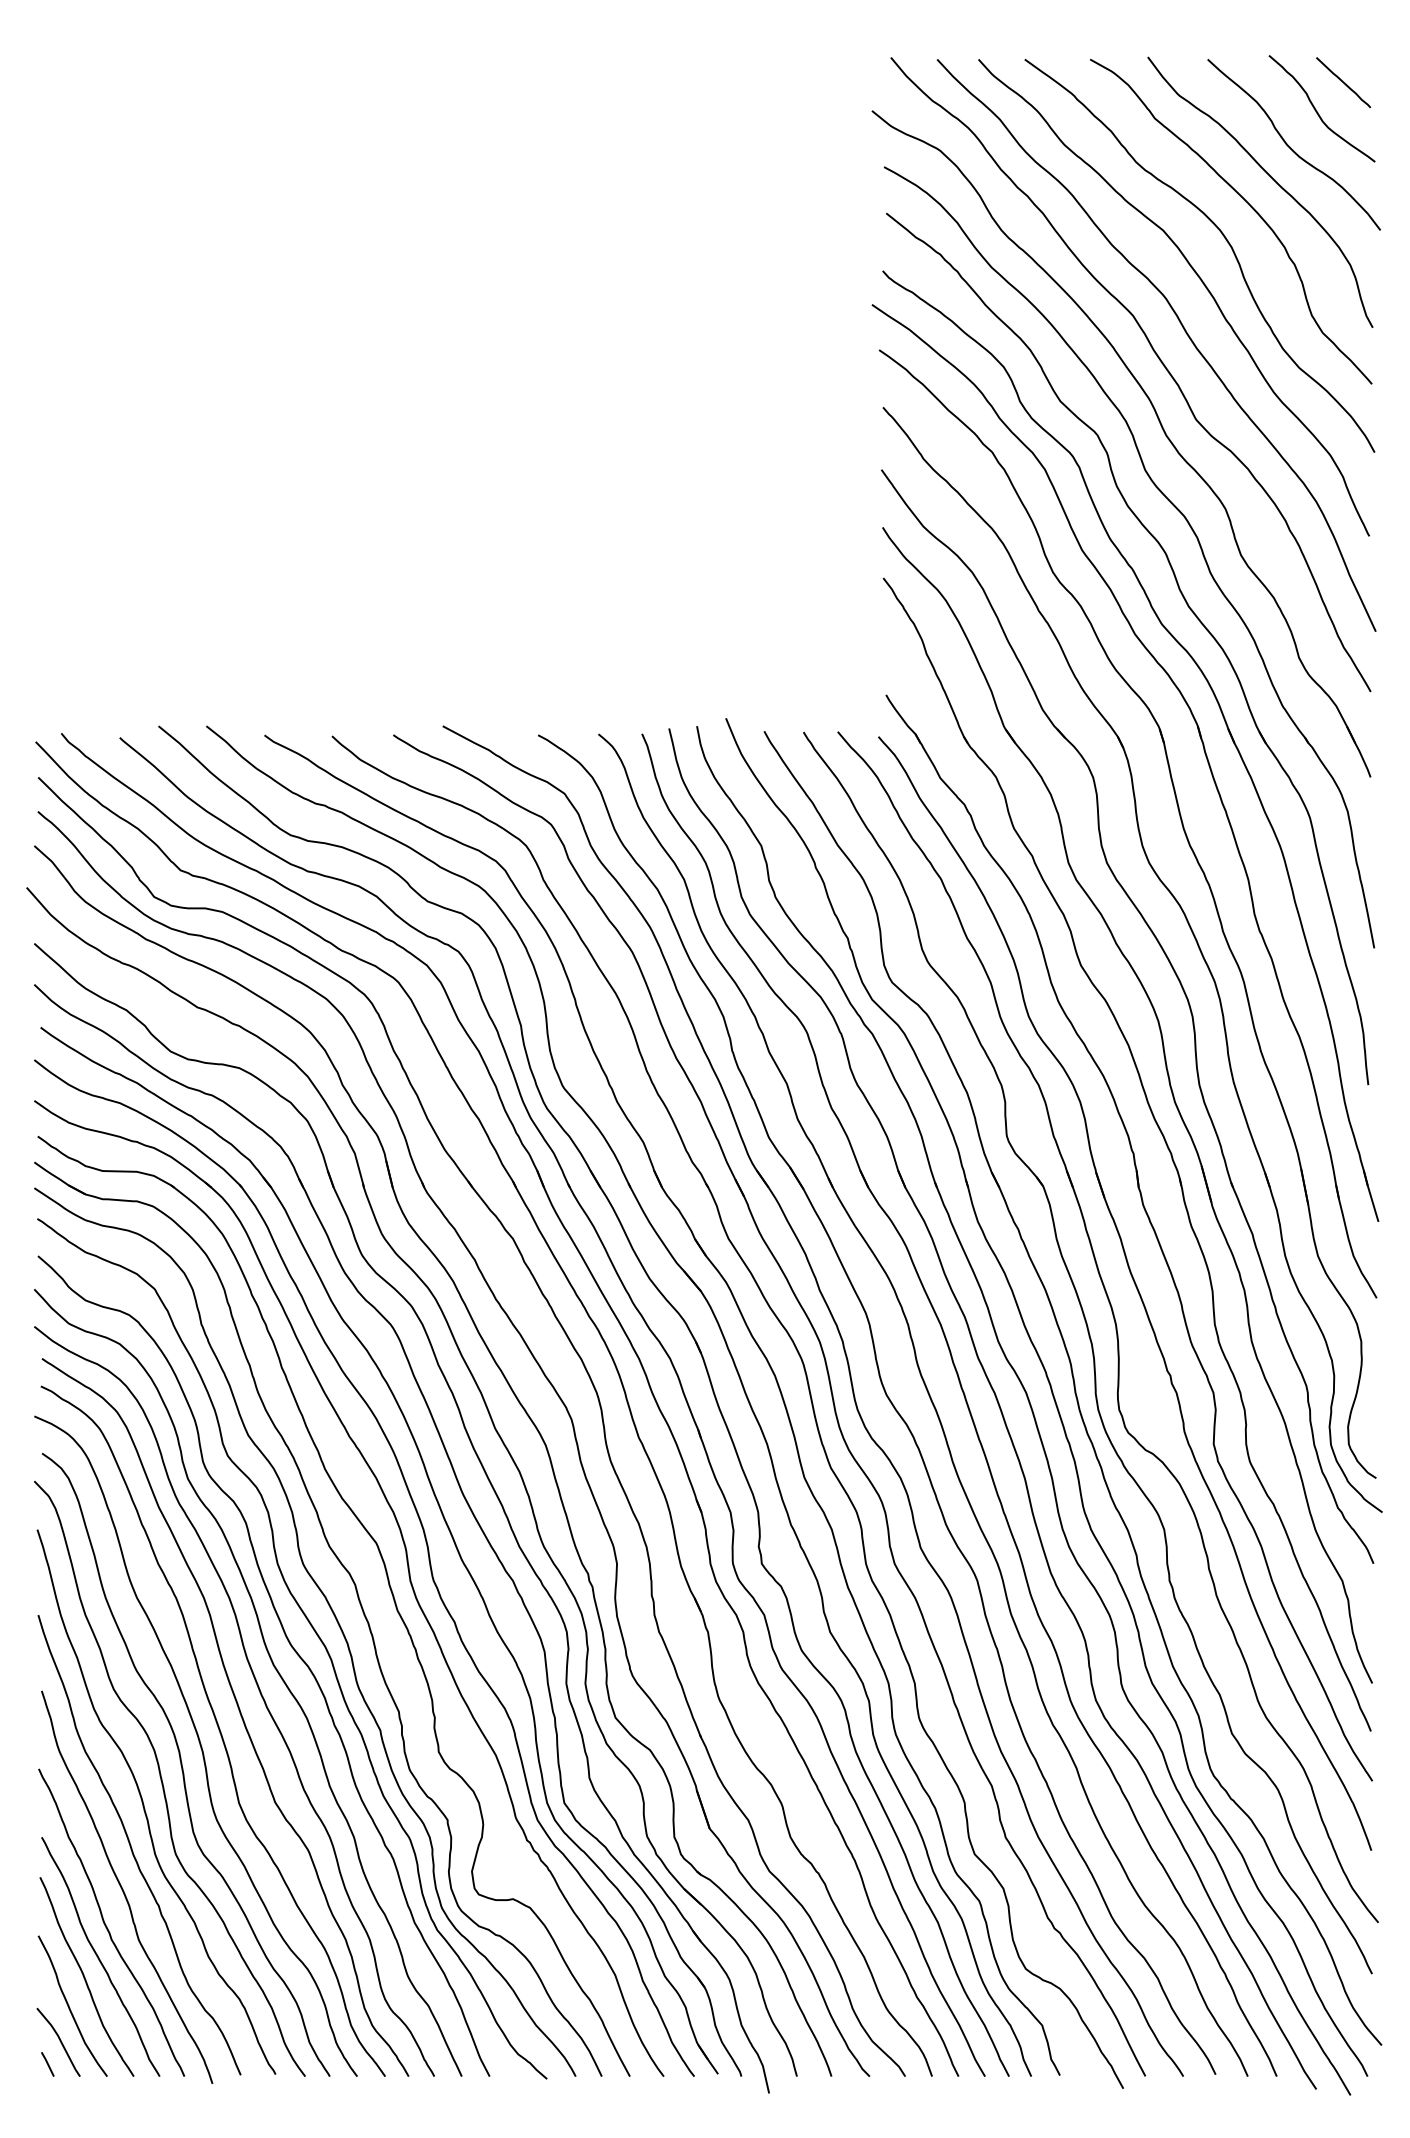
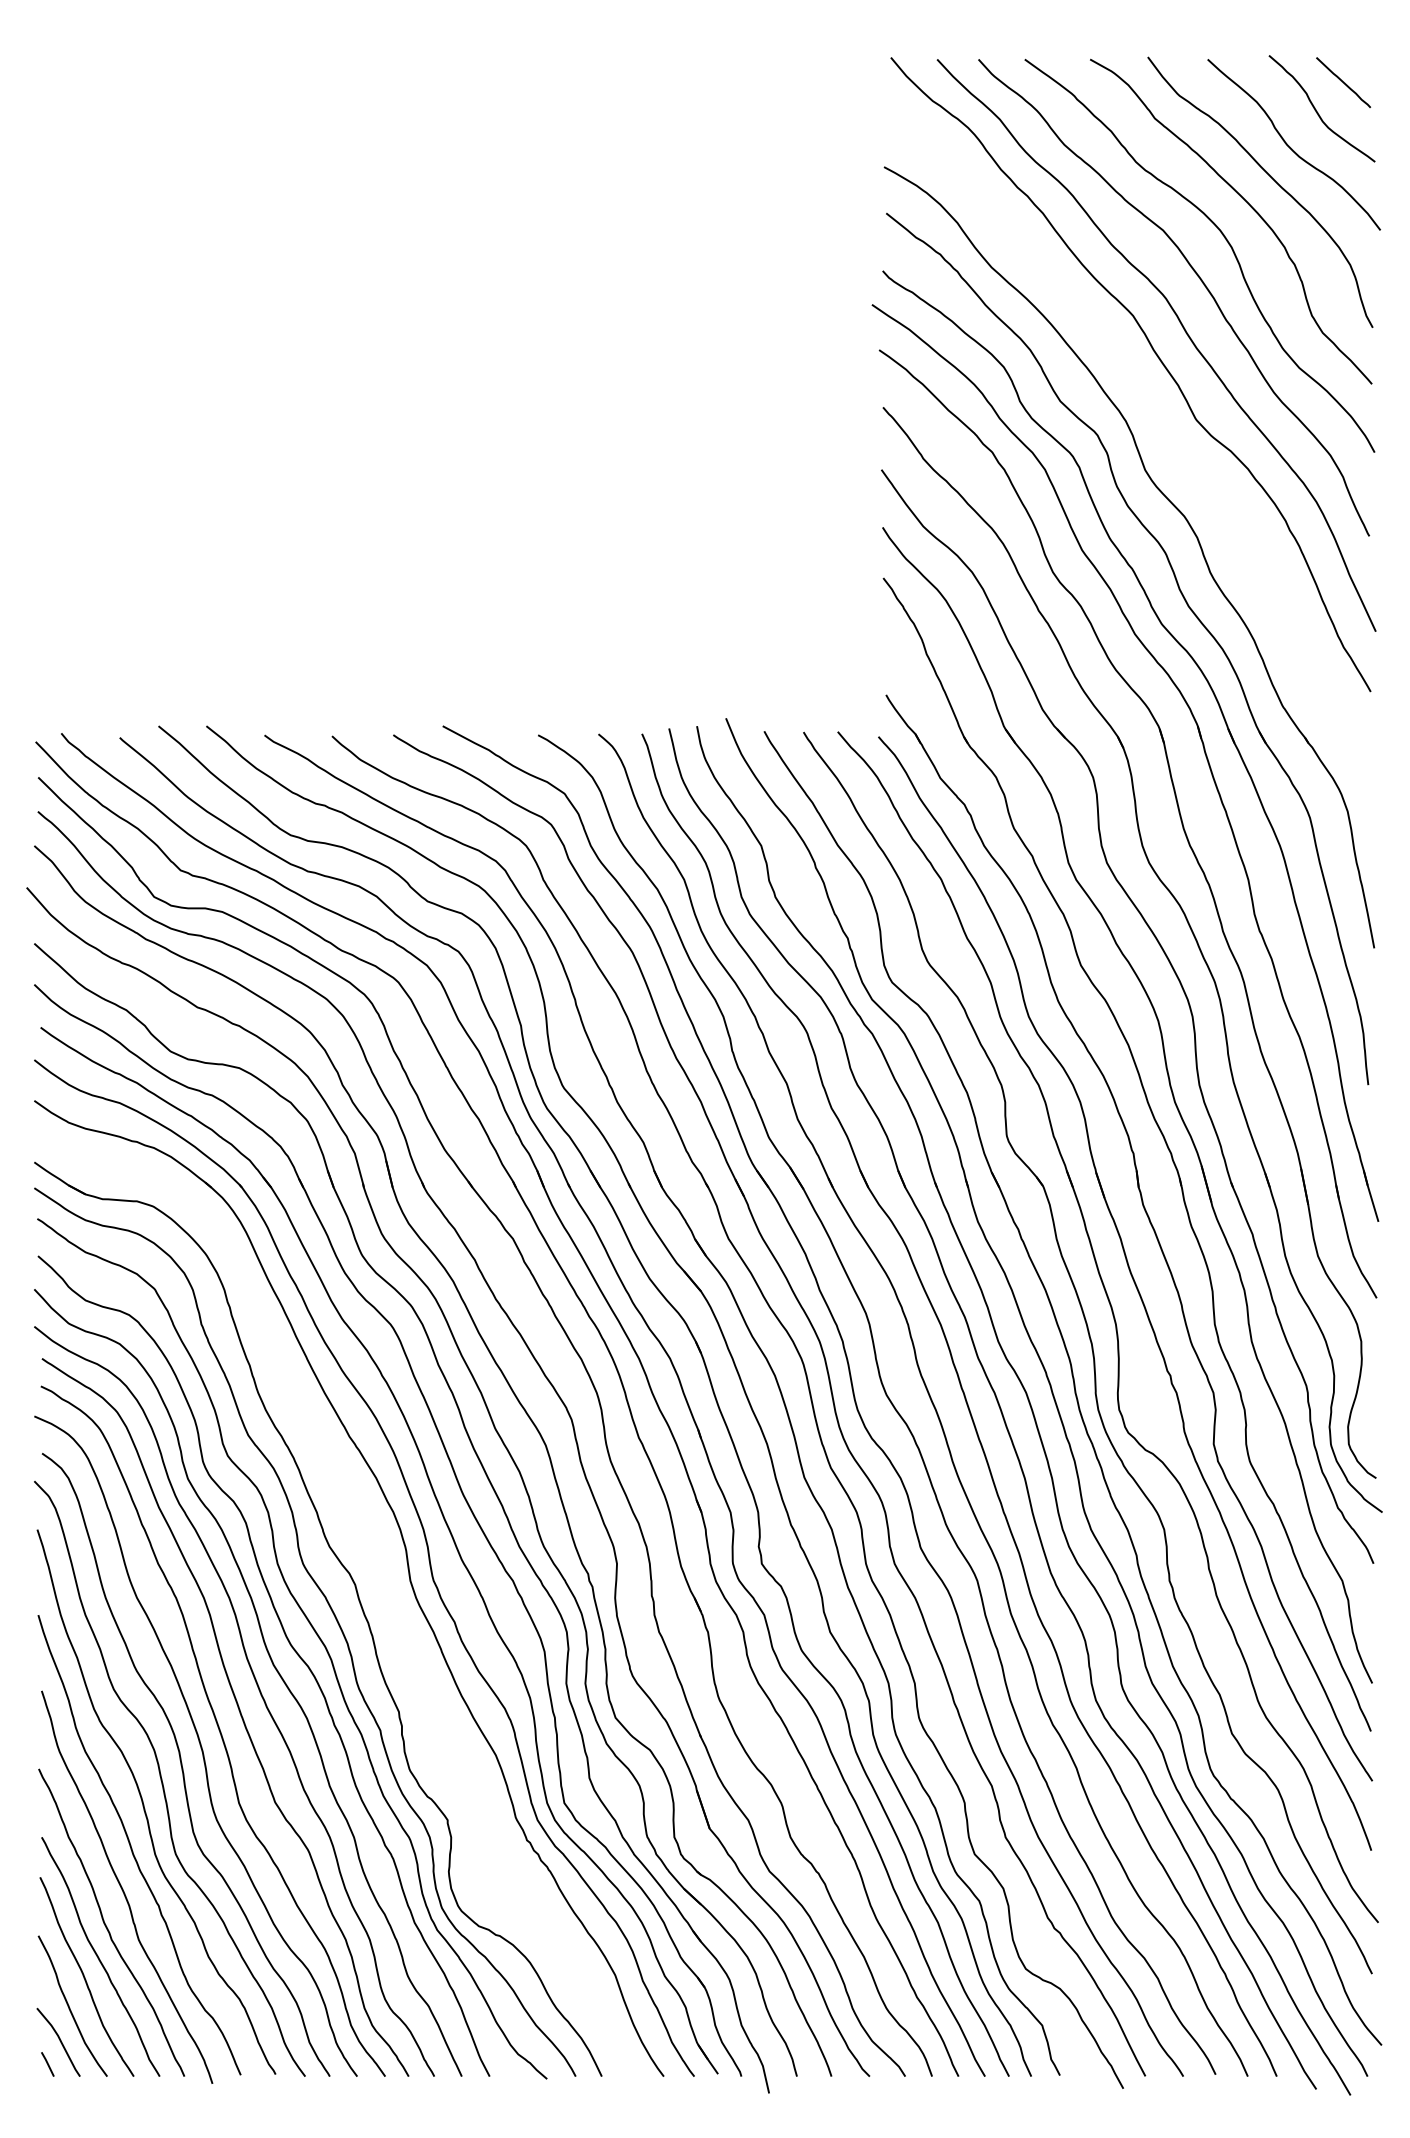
part at (1161, 428): present -> none
part at (388, 1585): present -> none
